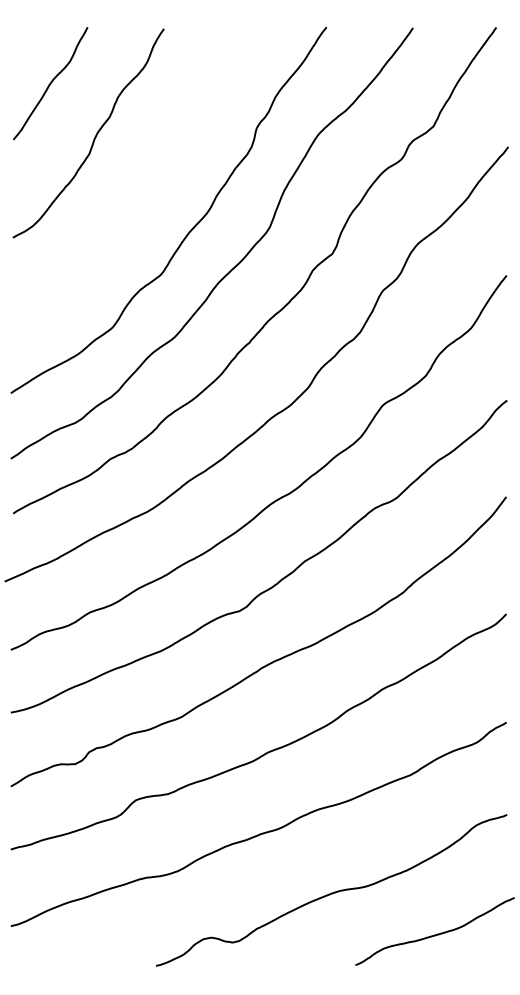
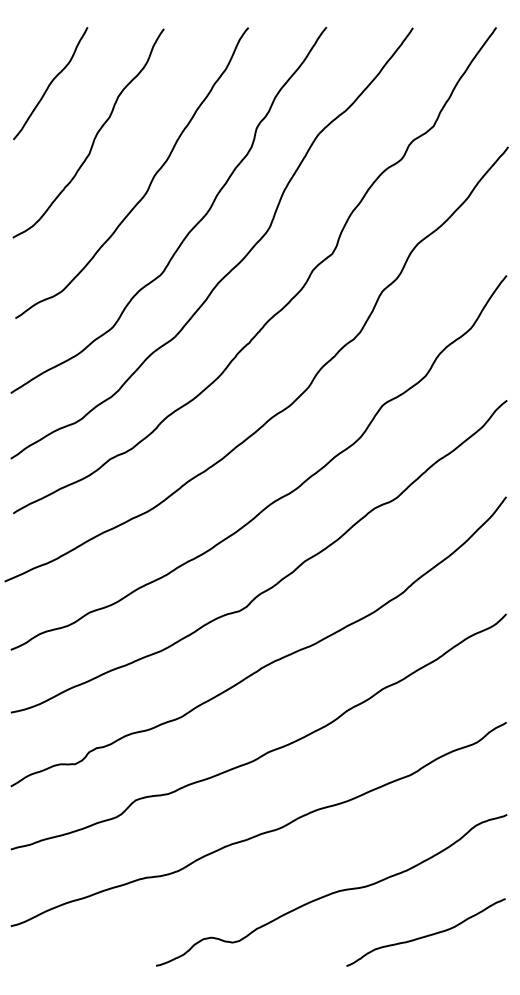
curve at (150, 181): none -> present
curve at (434, 934) position: (434, 934) -> (425, 935)
